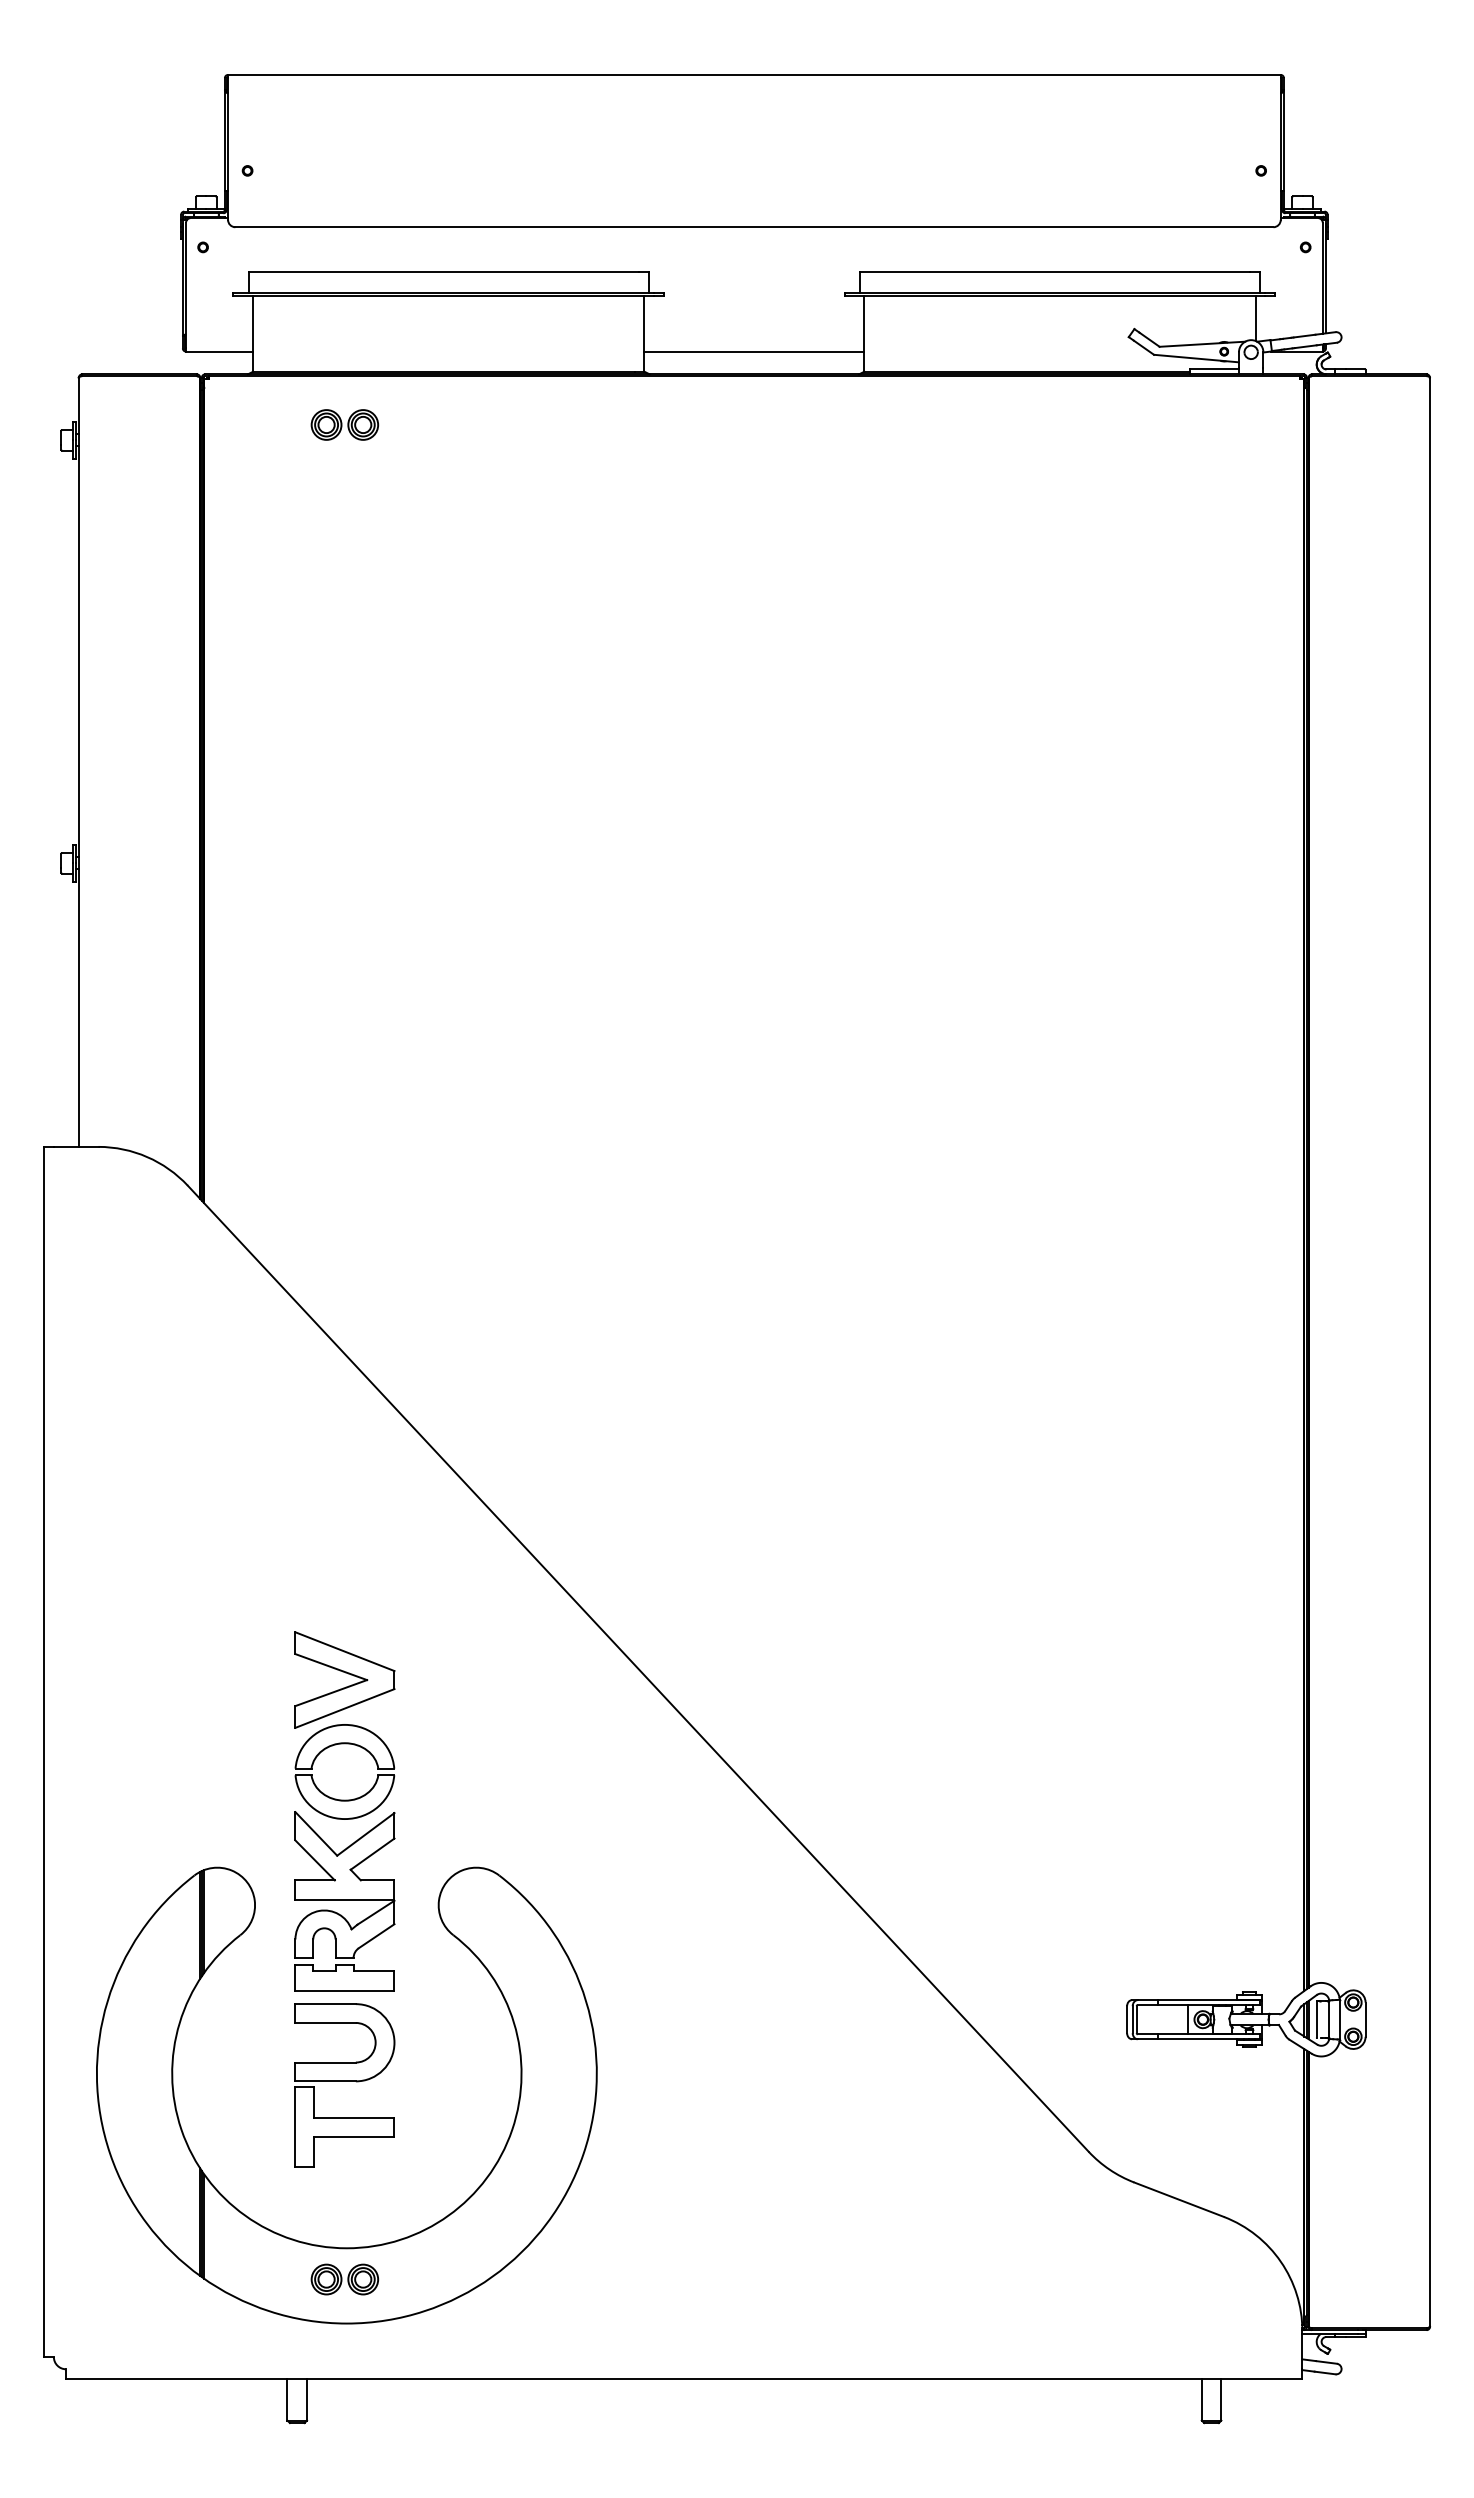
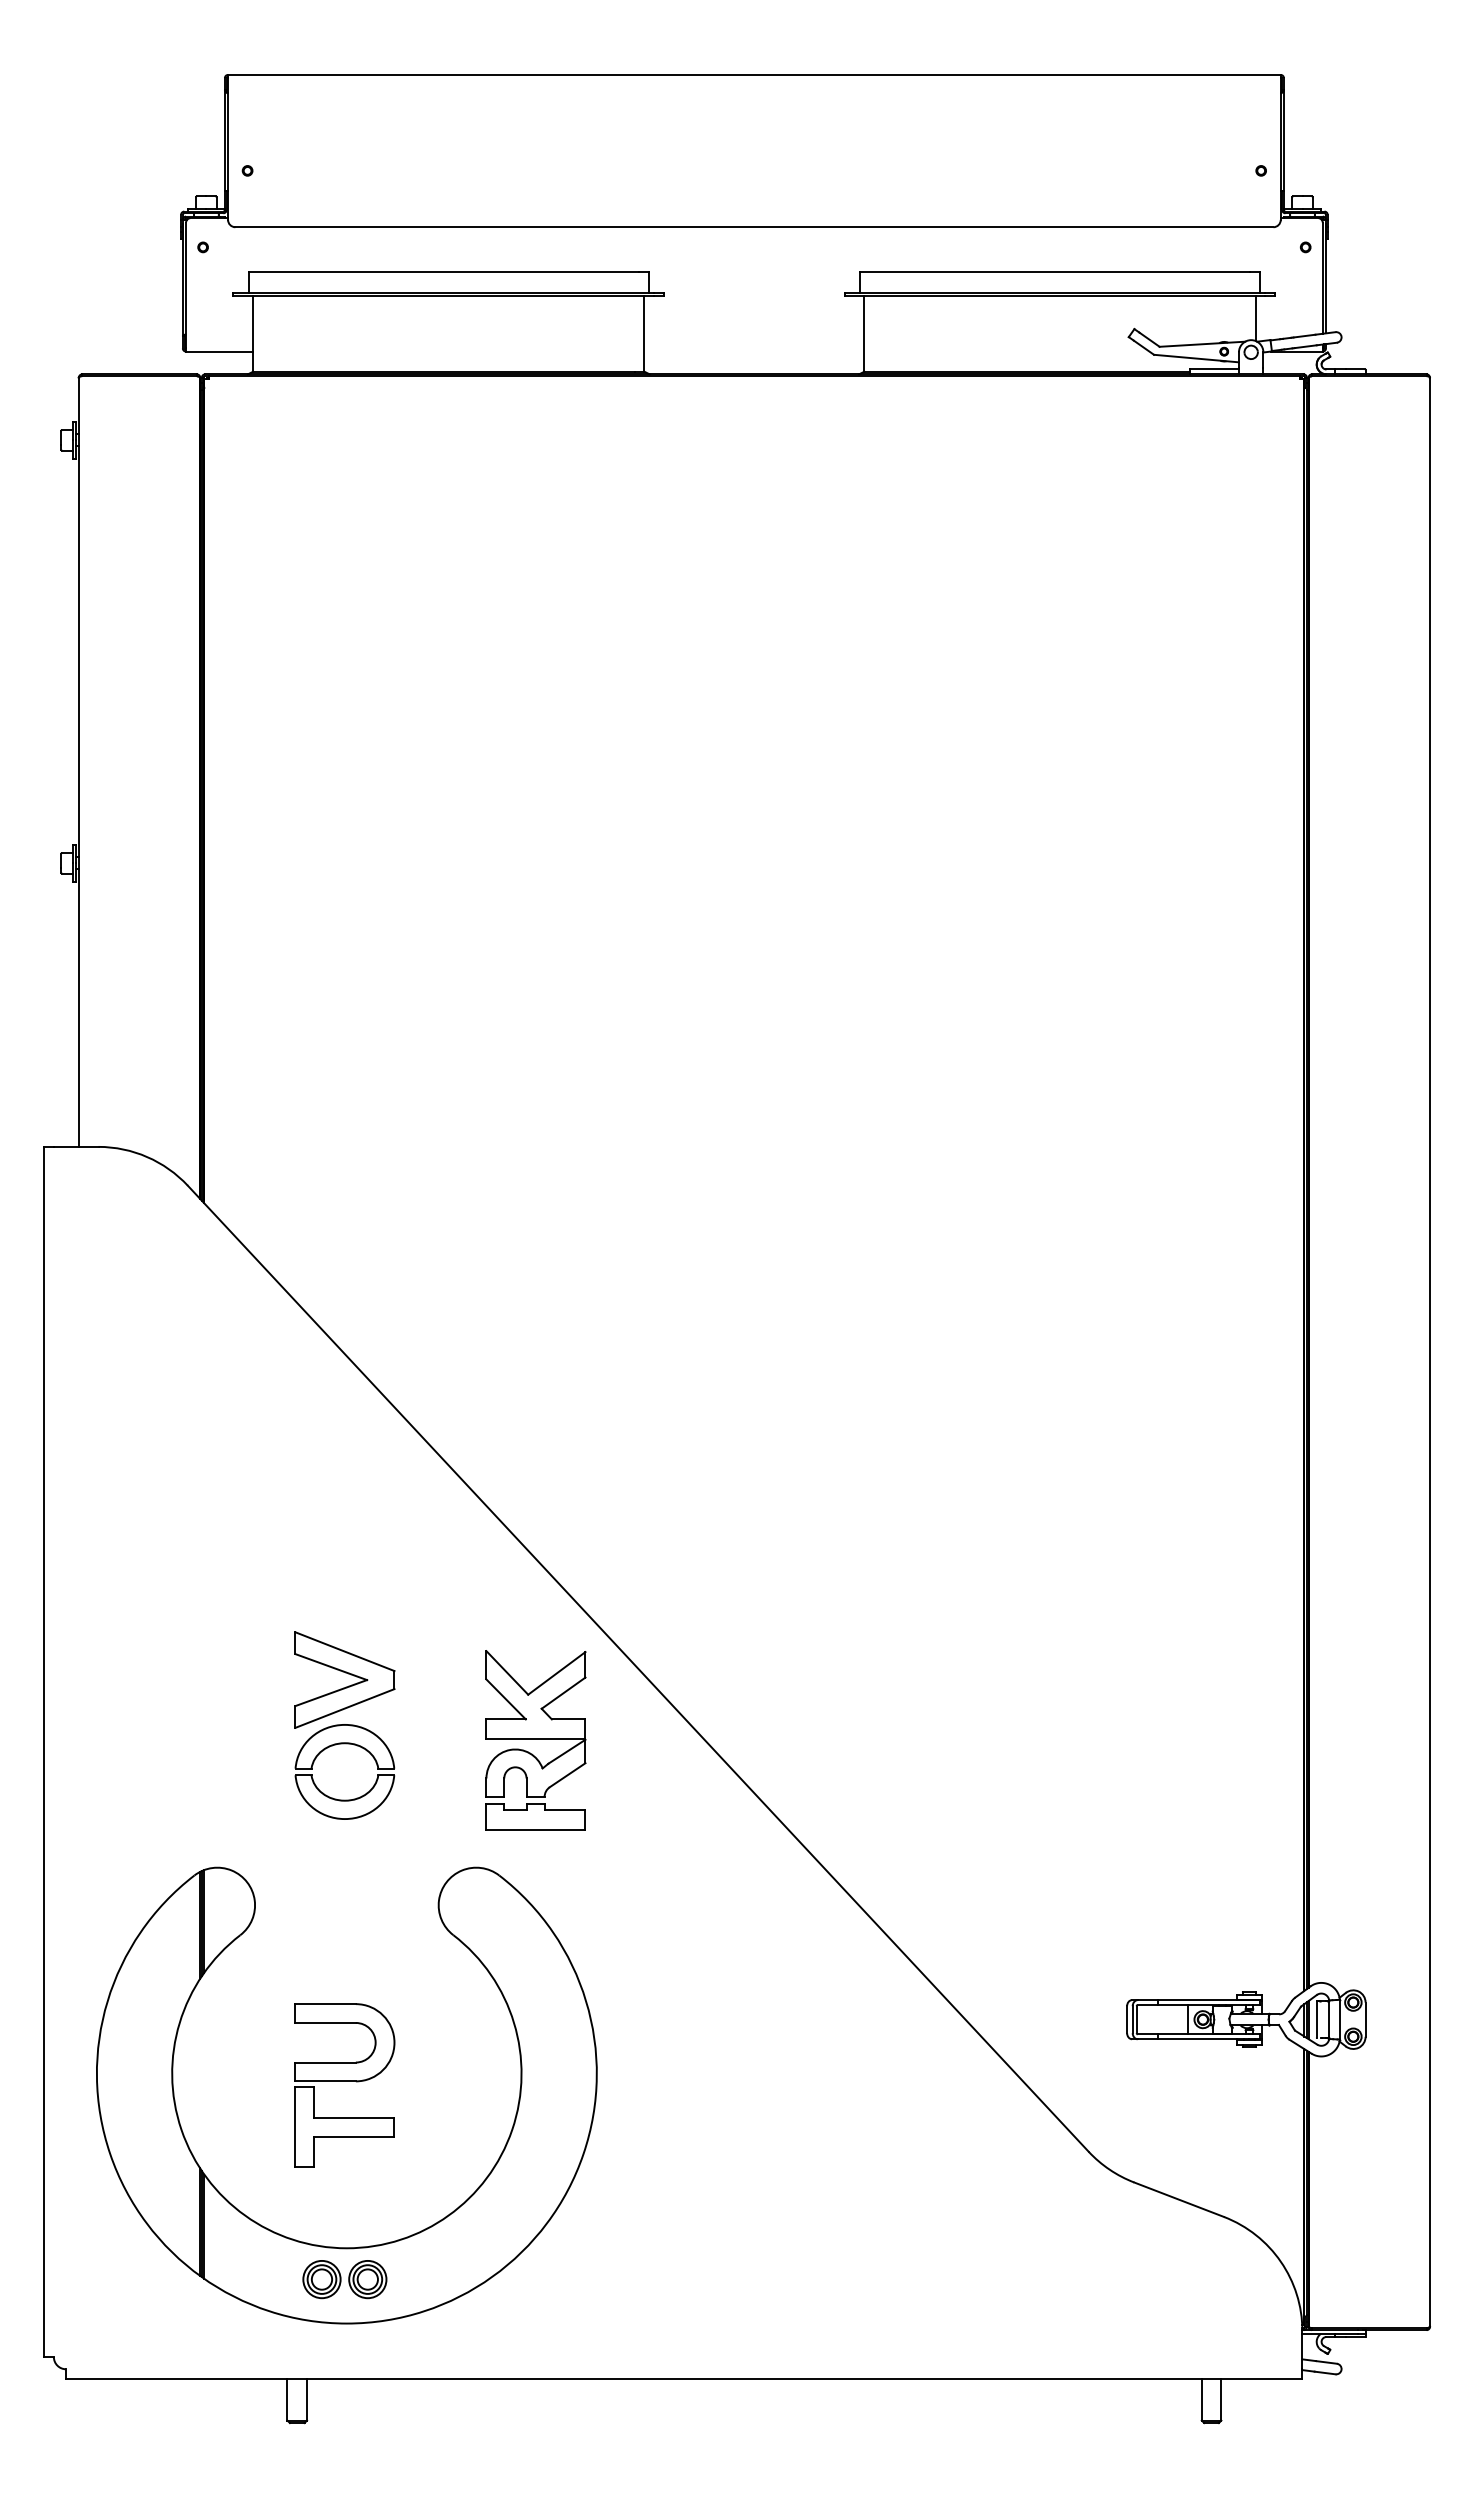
line at (754, 351): present -> none
part at (344, 424): present -> none
part at (344, 1901) position: (344, 1901) -> (535, 1740)
part at (344, 2279) size: 70x33 px -> 86x40 px
